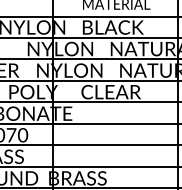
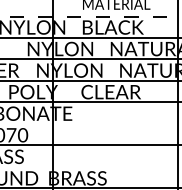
line at (91, 16): solid -> dashed
line at (90, 123): present -> none
line at (90, 166): present -> none
